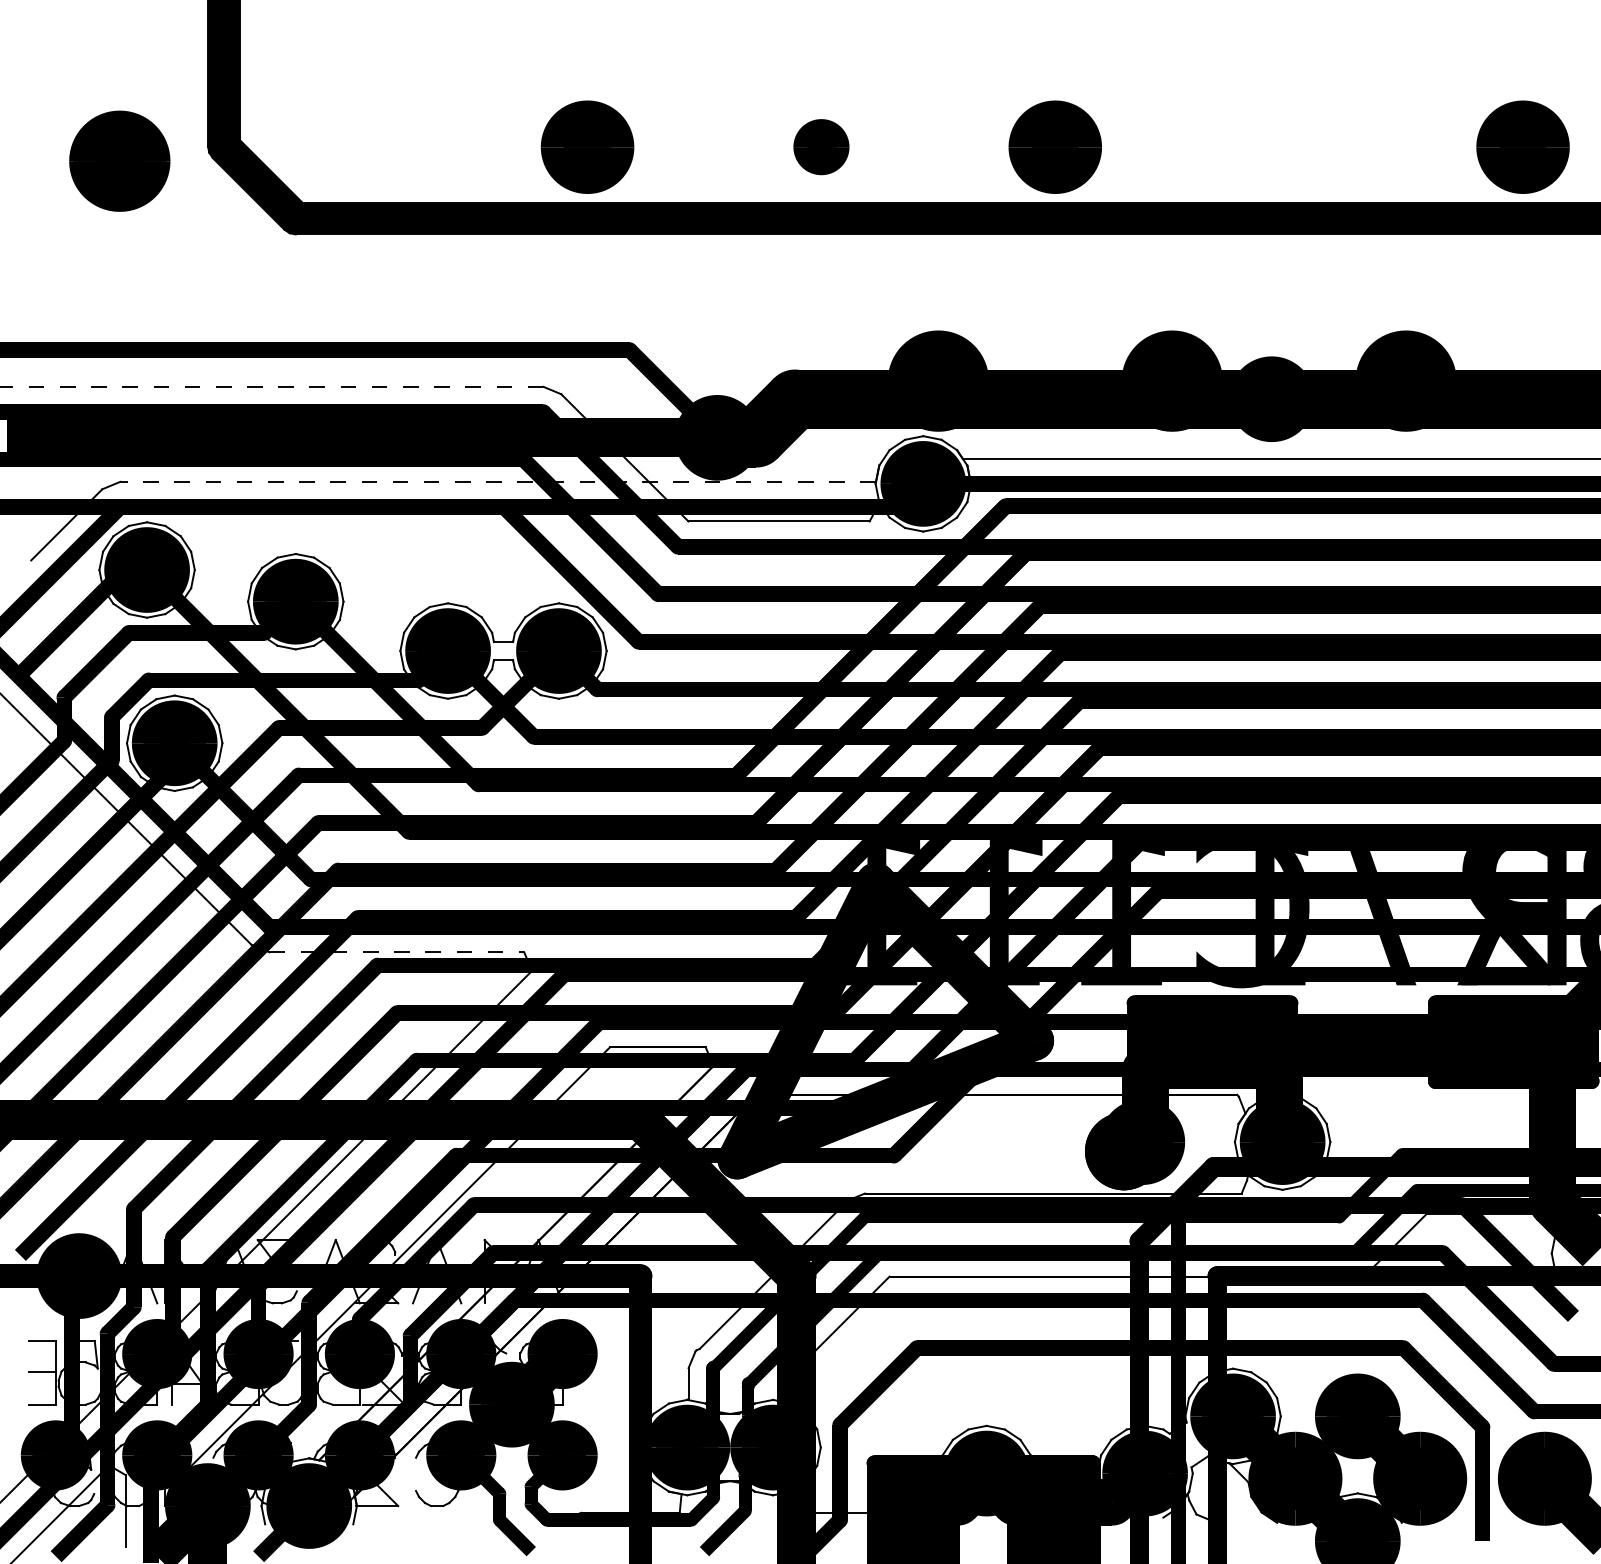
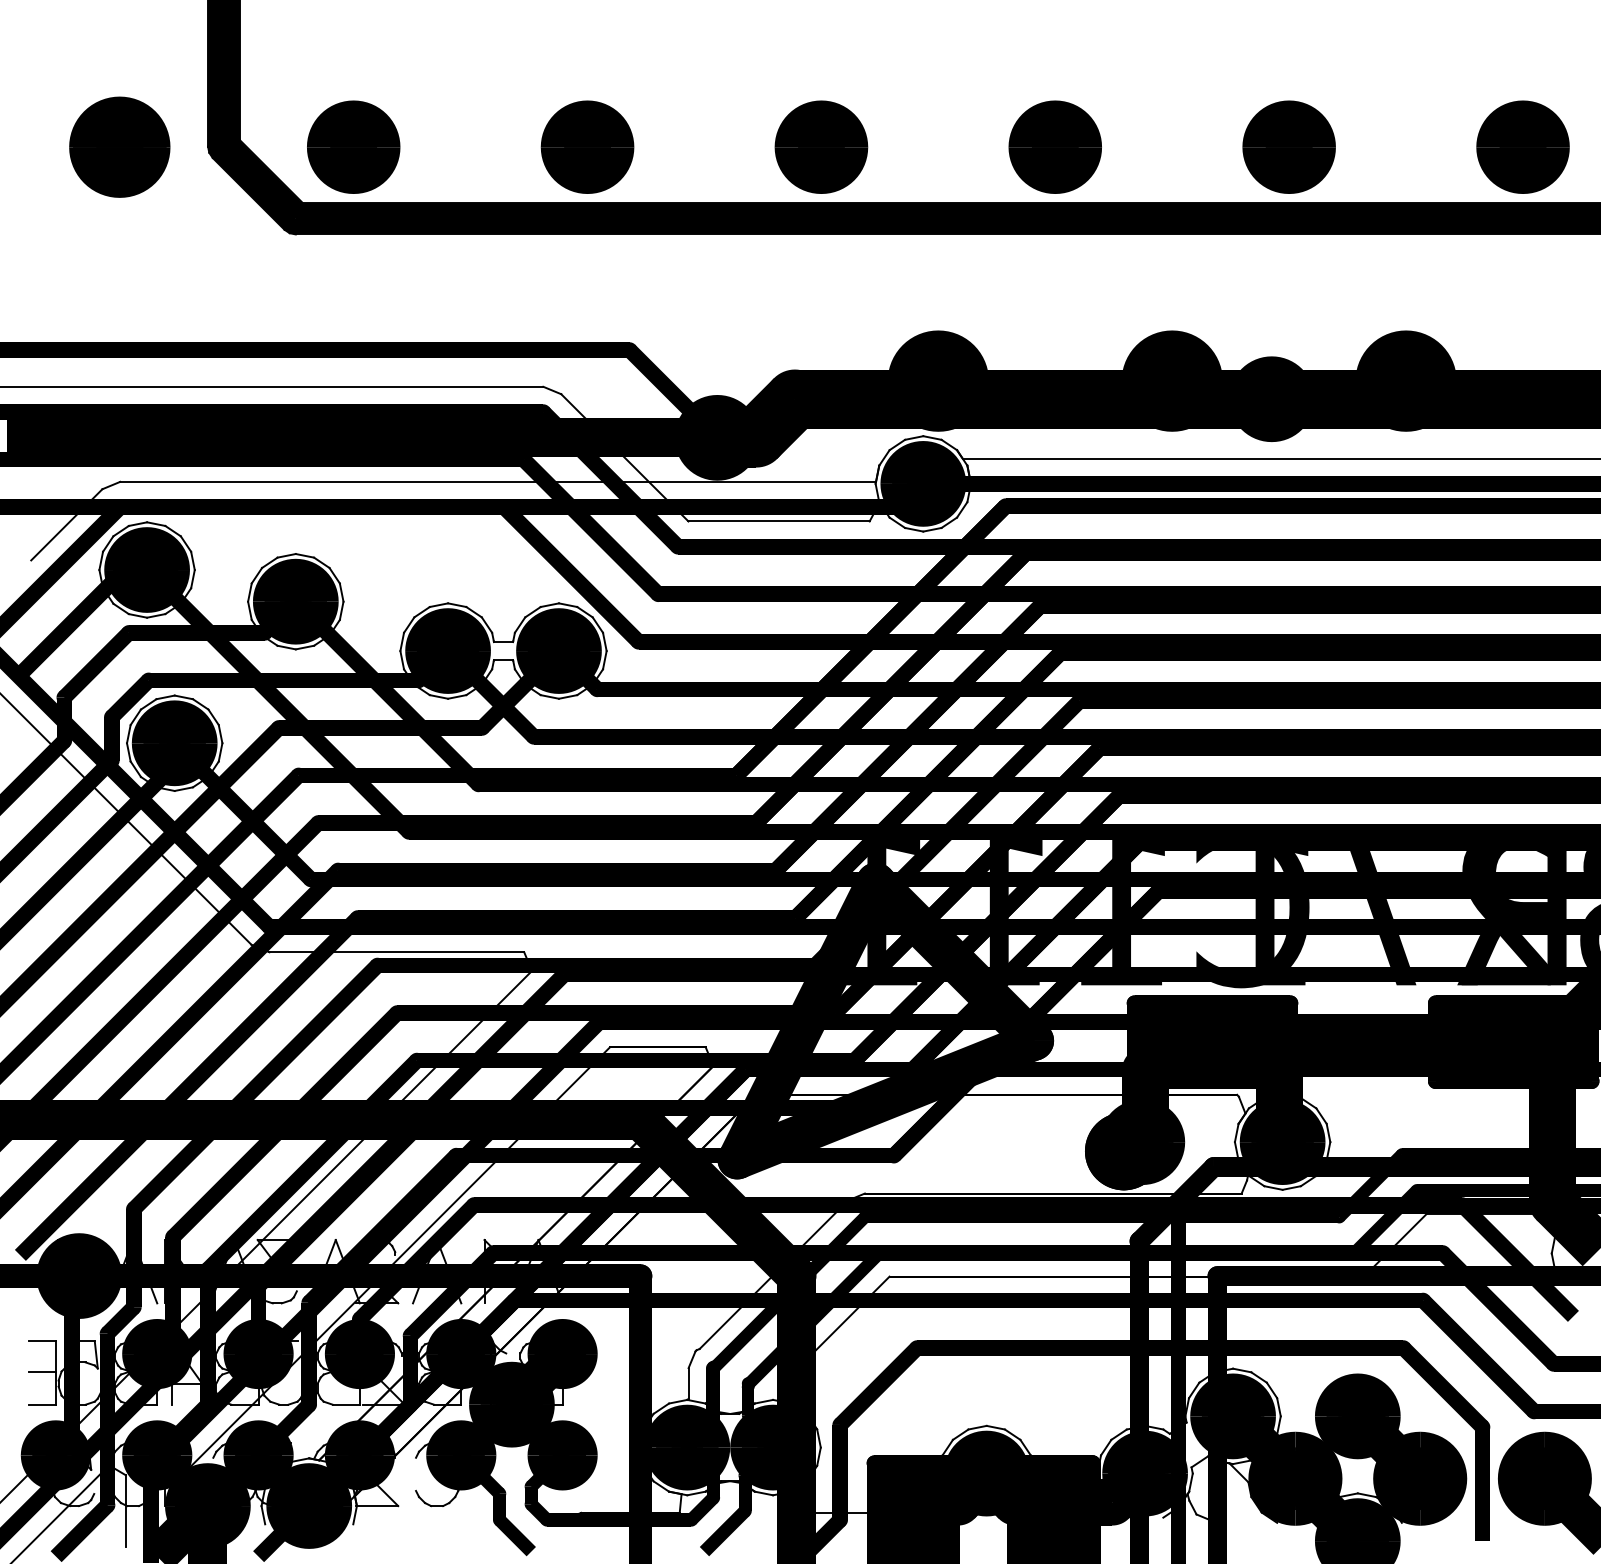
part at (353, 146): none -> present
part at (1288, 146): none -> present
part at (821, 147) size: 57x57 px -> 95x94 px
part at (119, 160) position: (119, 160) -> (119, 146)
line at (271, 386): dashed -> solid
line at (498, 481): dashed -> solid
line at (397, 952): dashed -> solid
